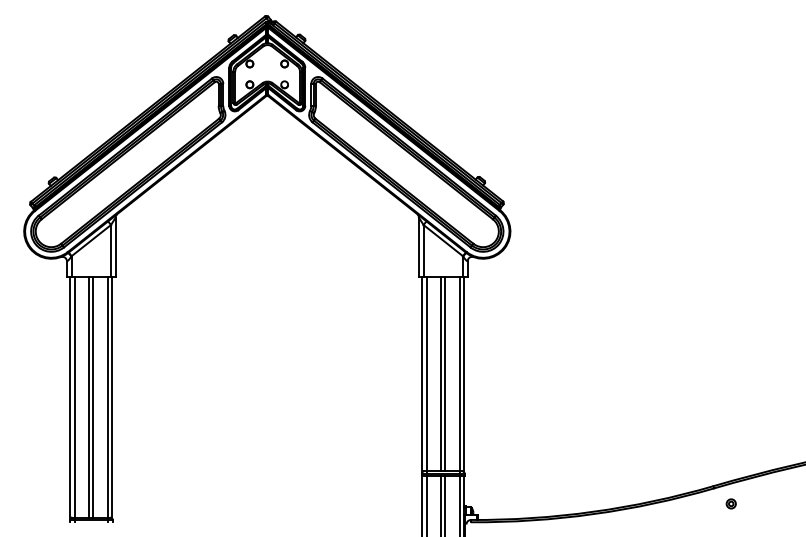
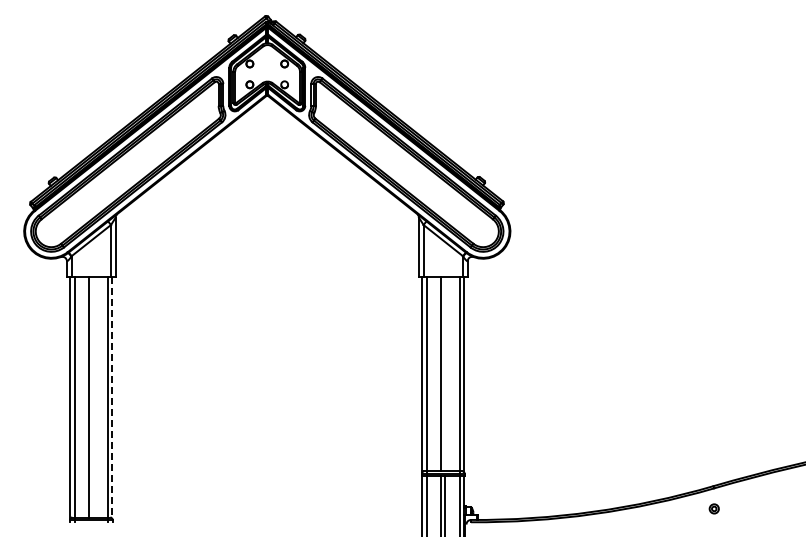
line at (445, 374): present -> none
line at (93, 397): present -> none
line at (112, 397): solid -> dashed
part at (730, 503) position: (730, 503) -> (713, 508)
